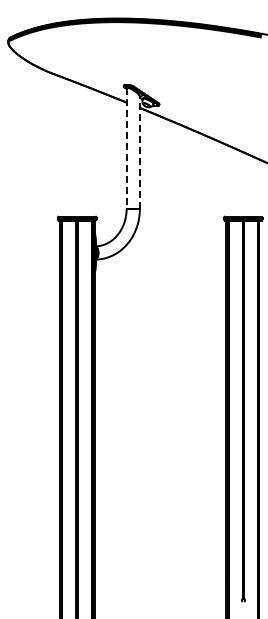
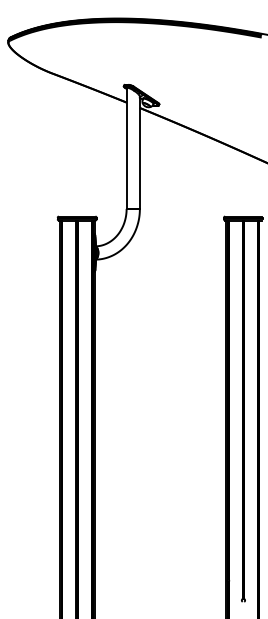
line at (126, 149): dashed -> solid
line at (139, 152): dashed -> solid
